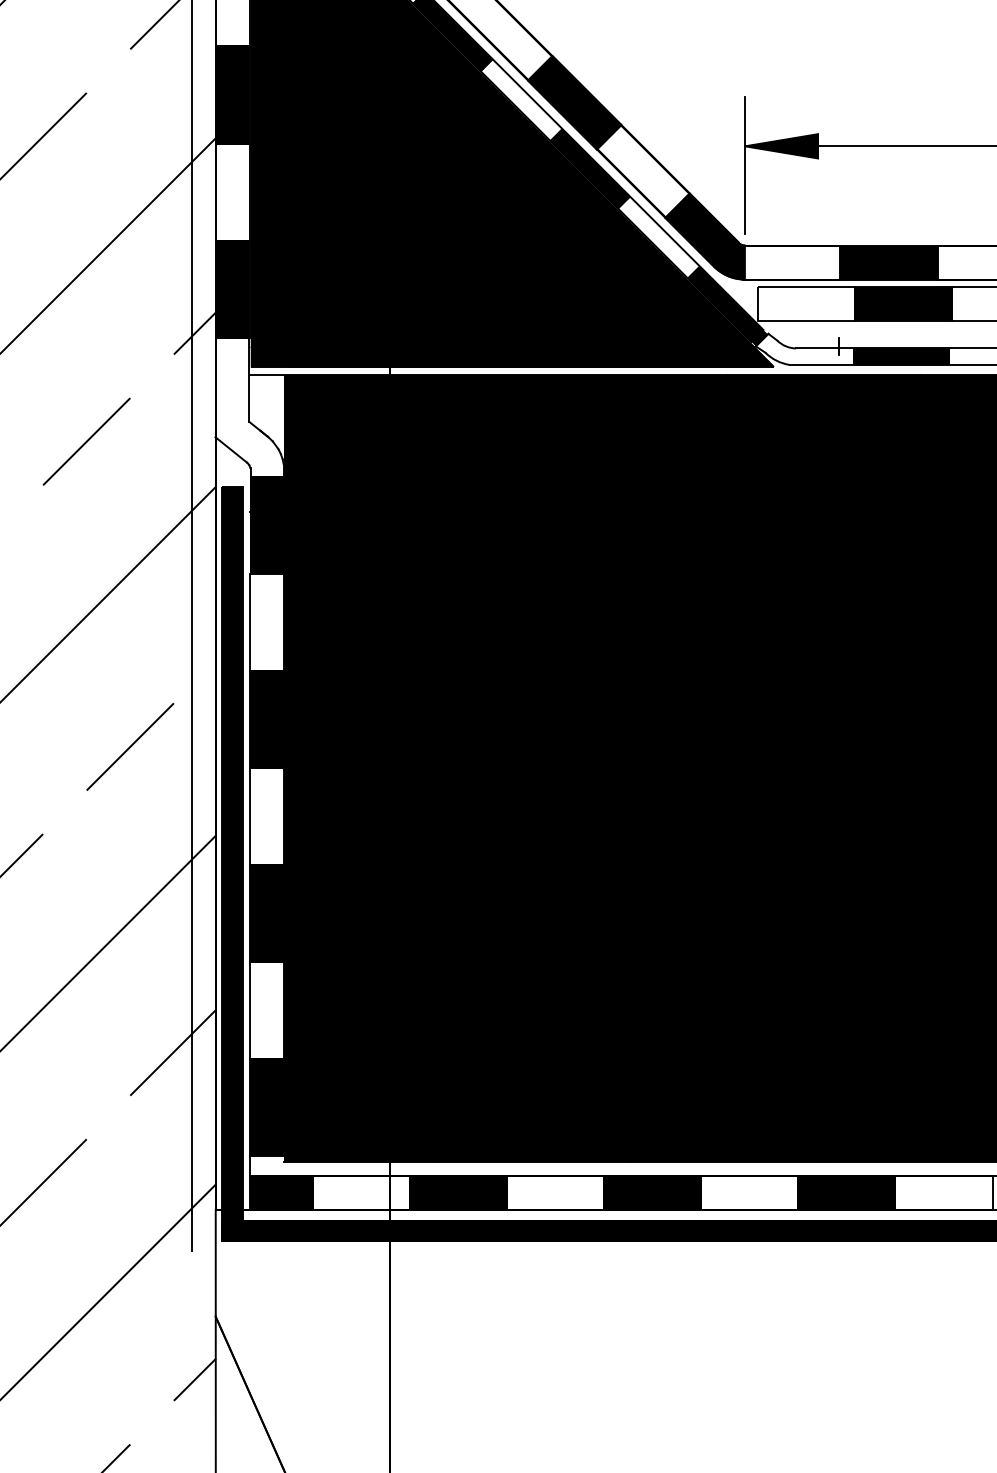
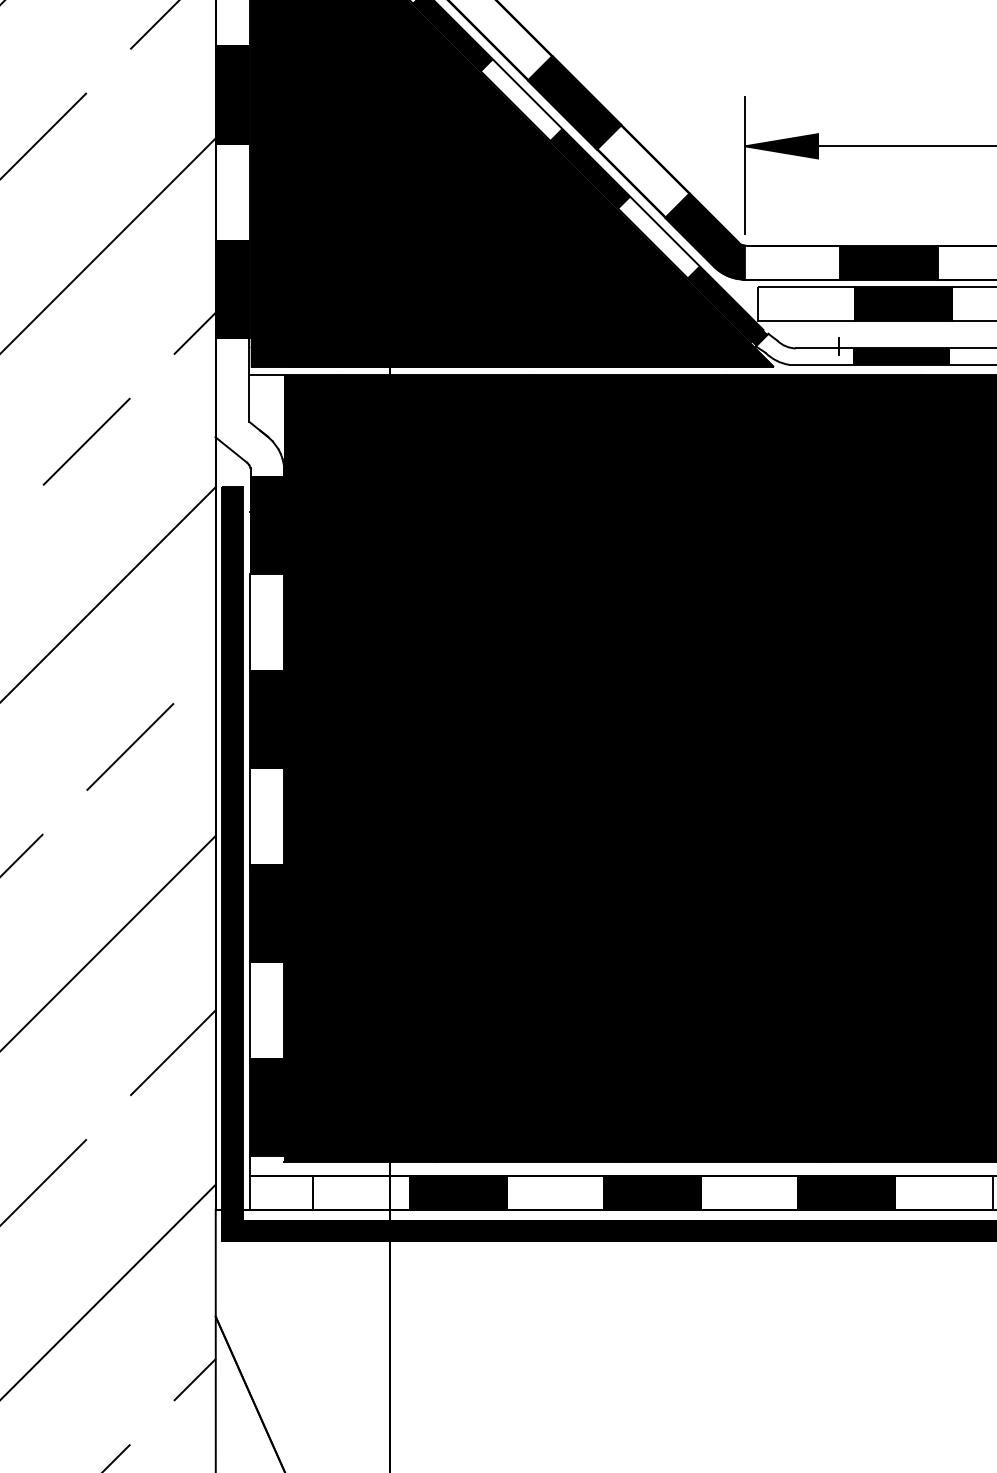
line at (192, 626): present -> none
fill at (281, 1193): present -> none
